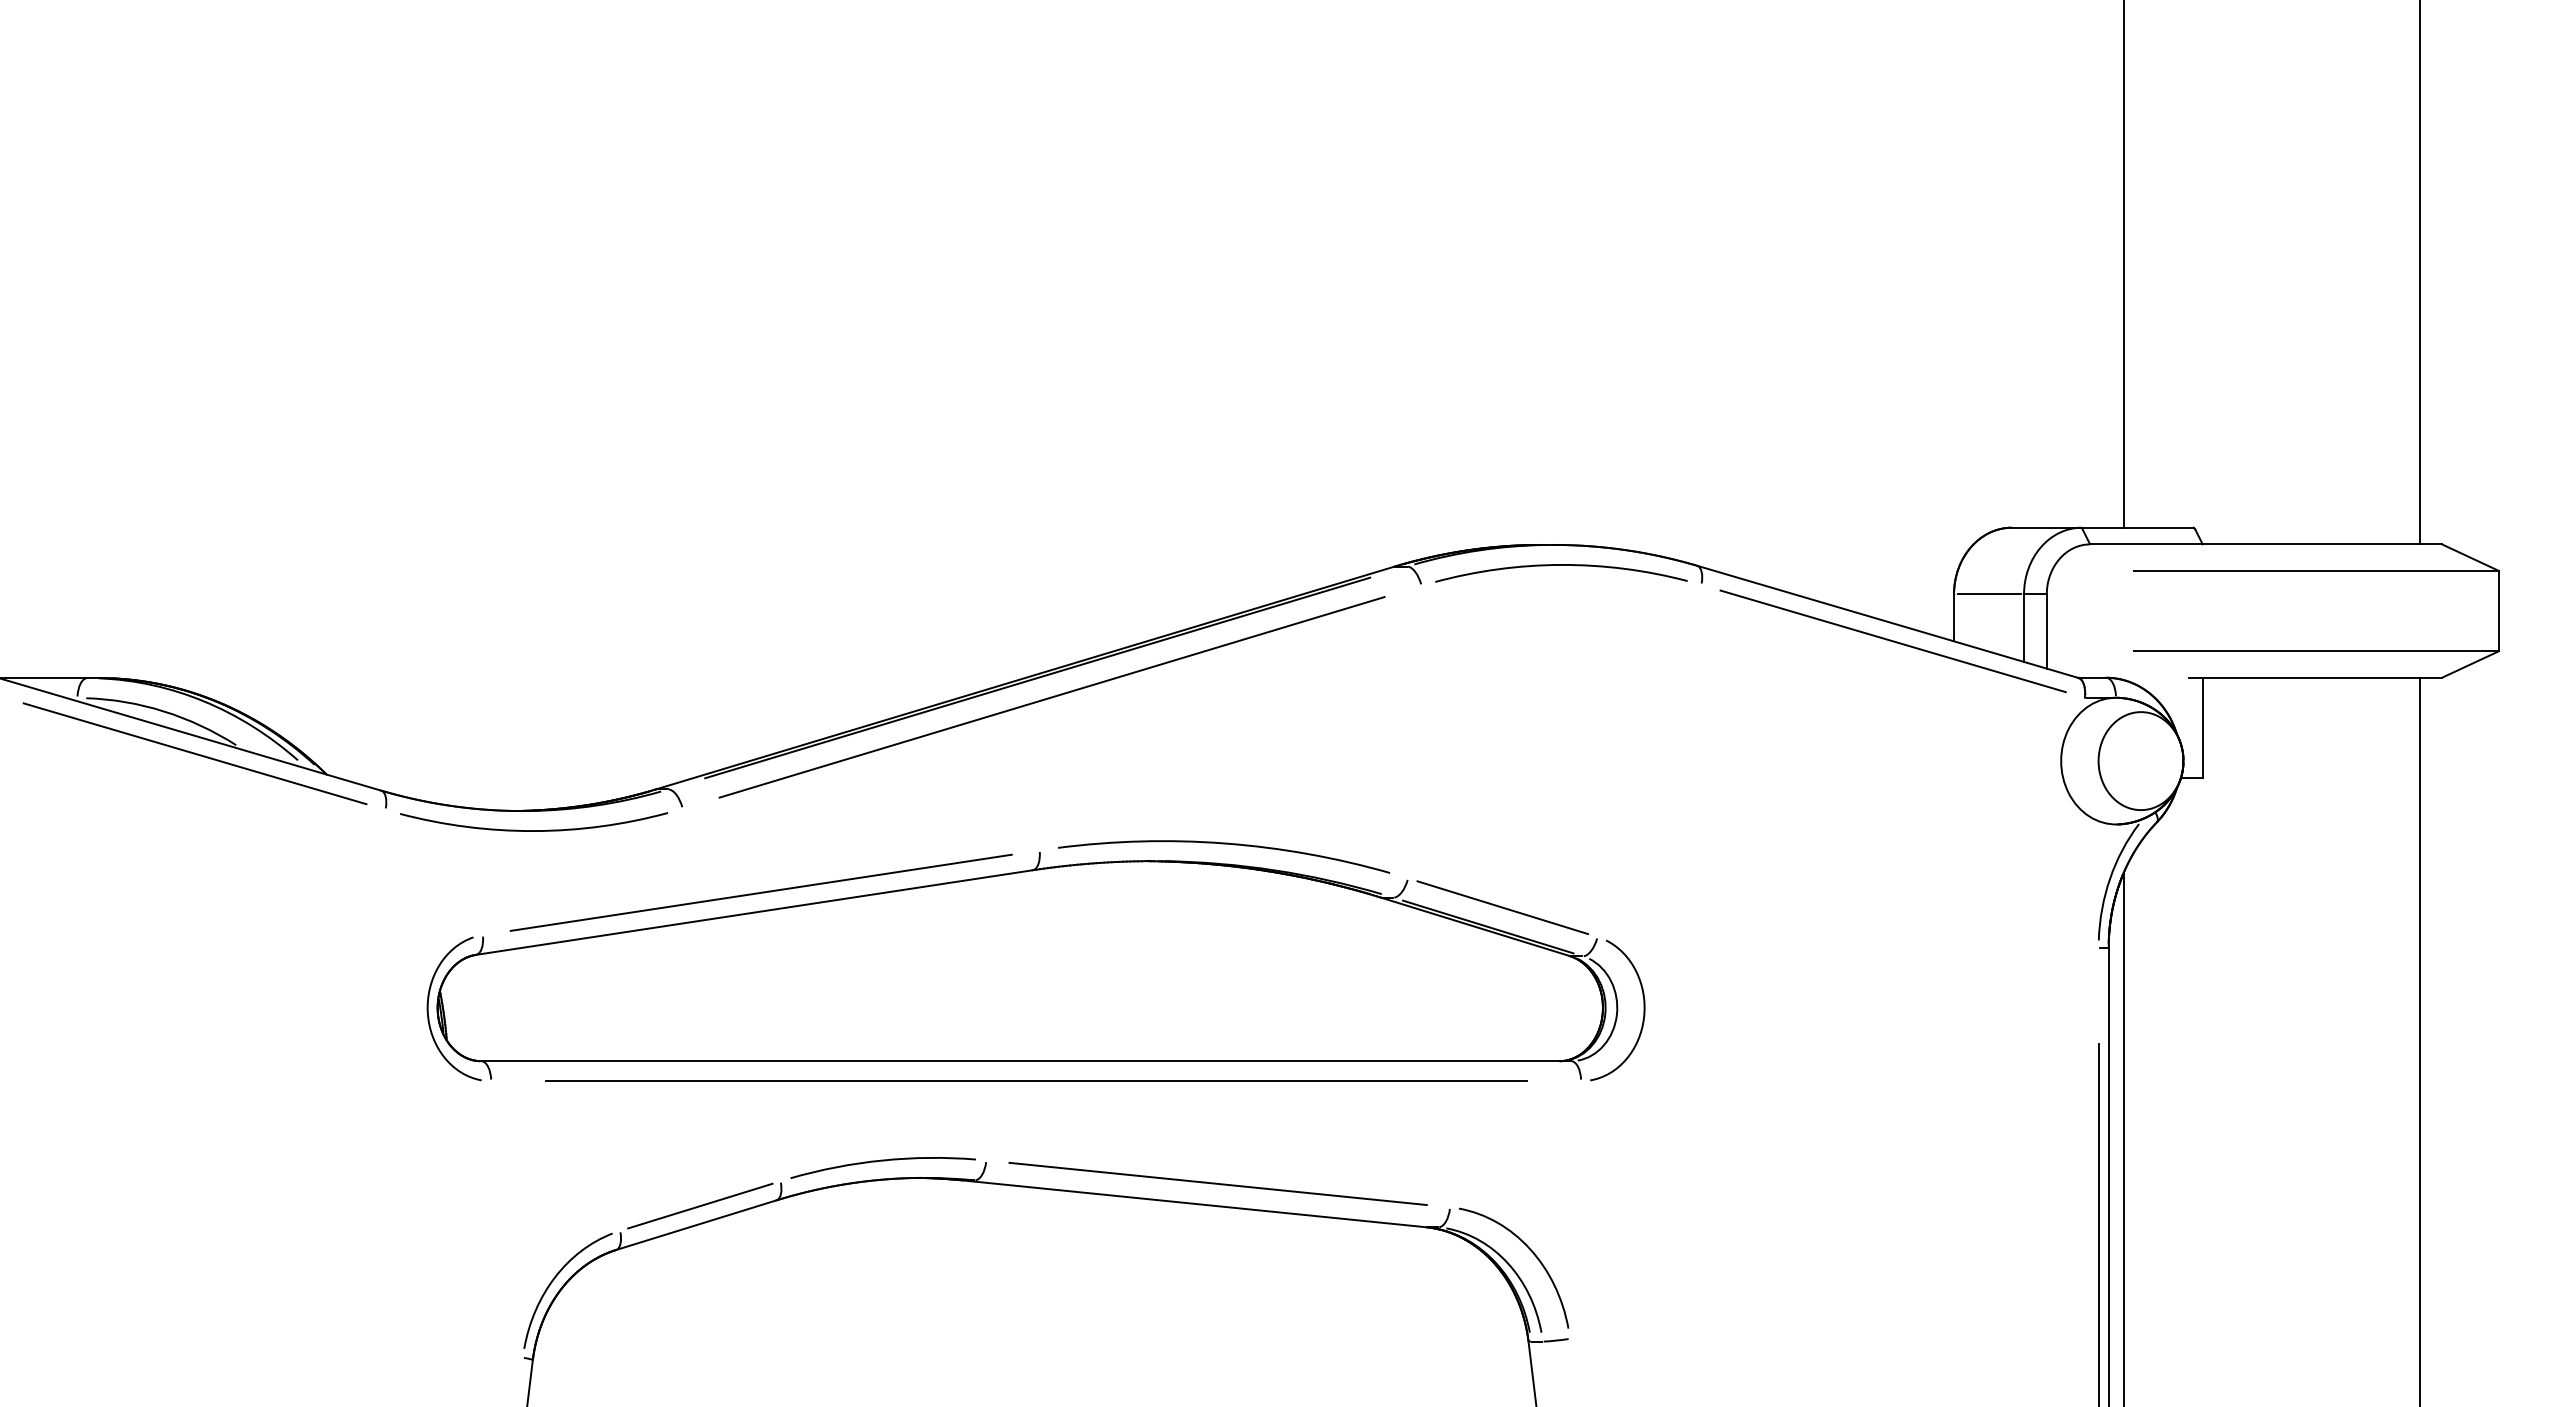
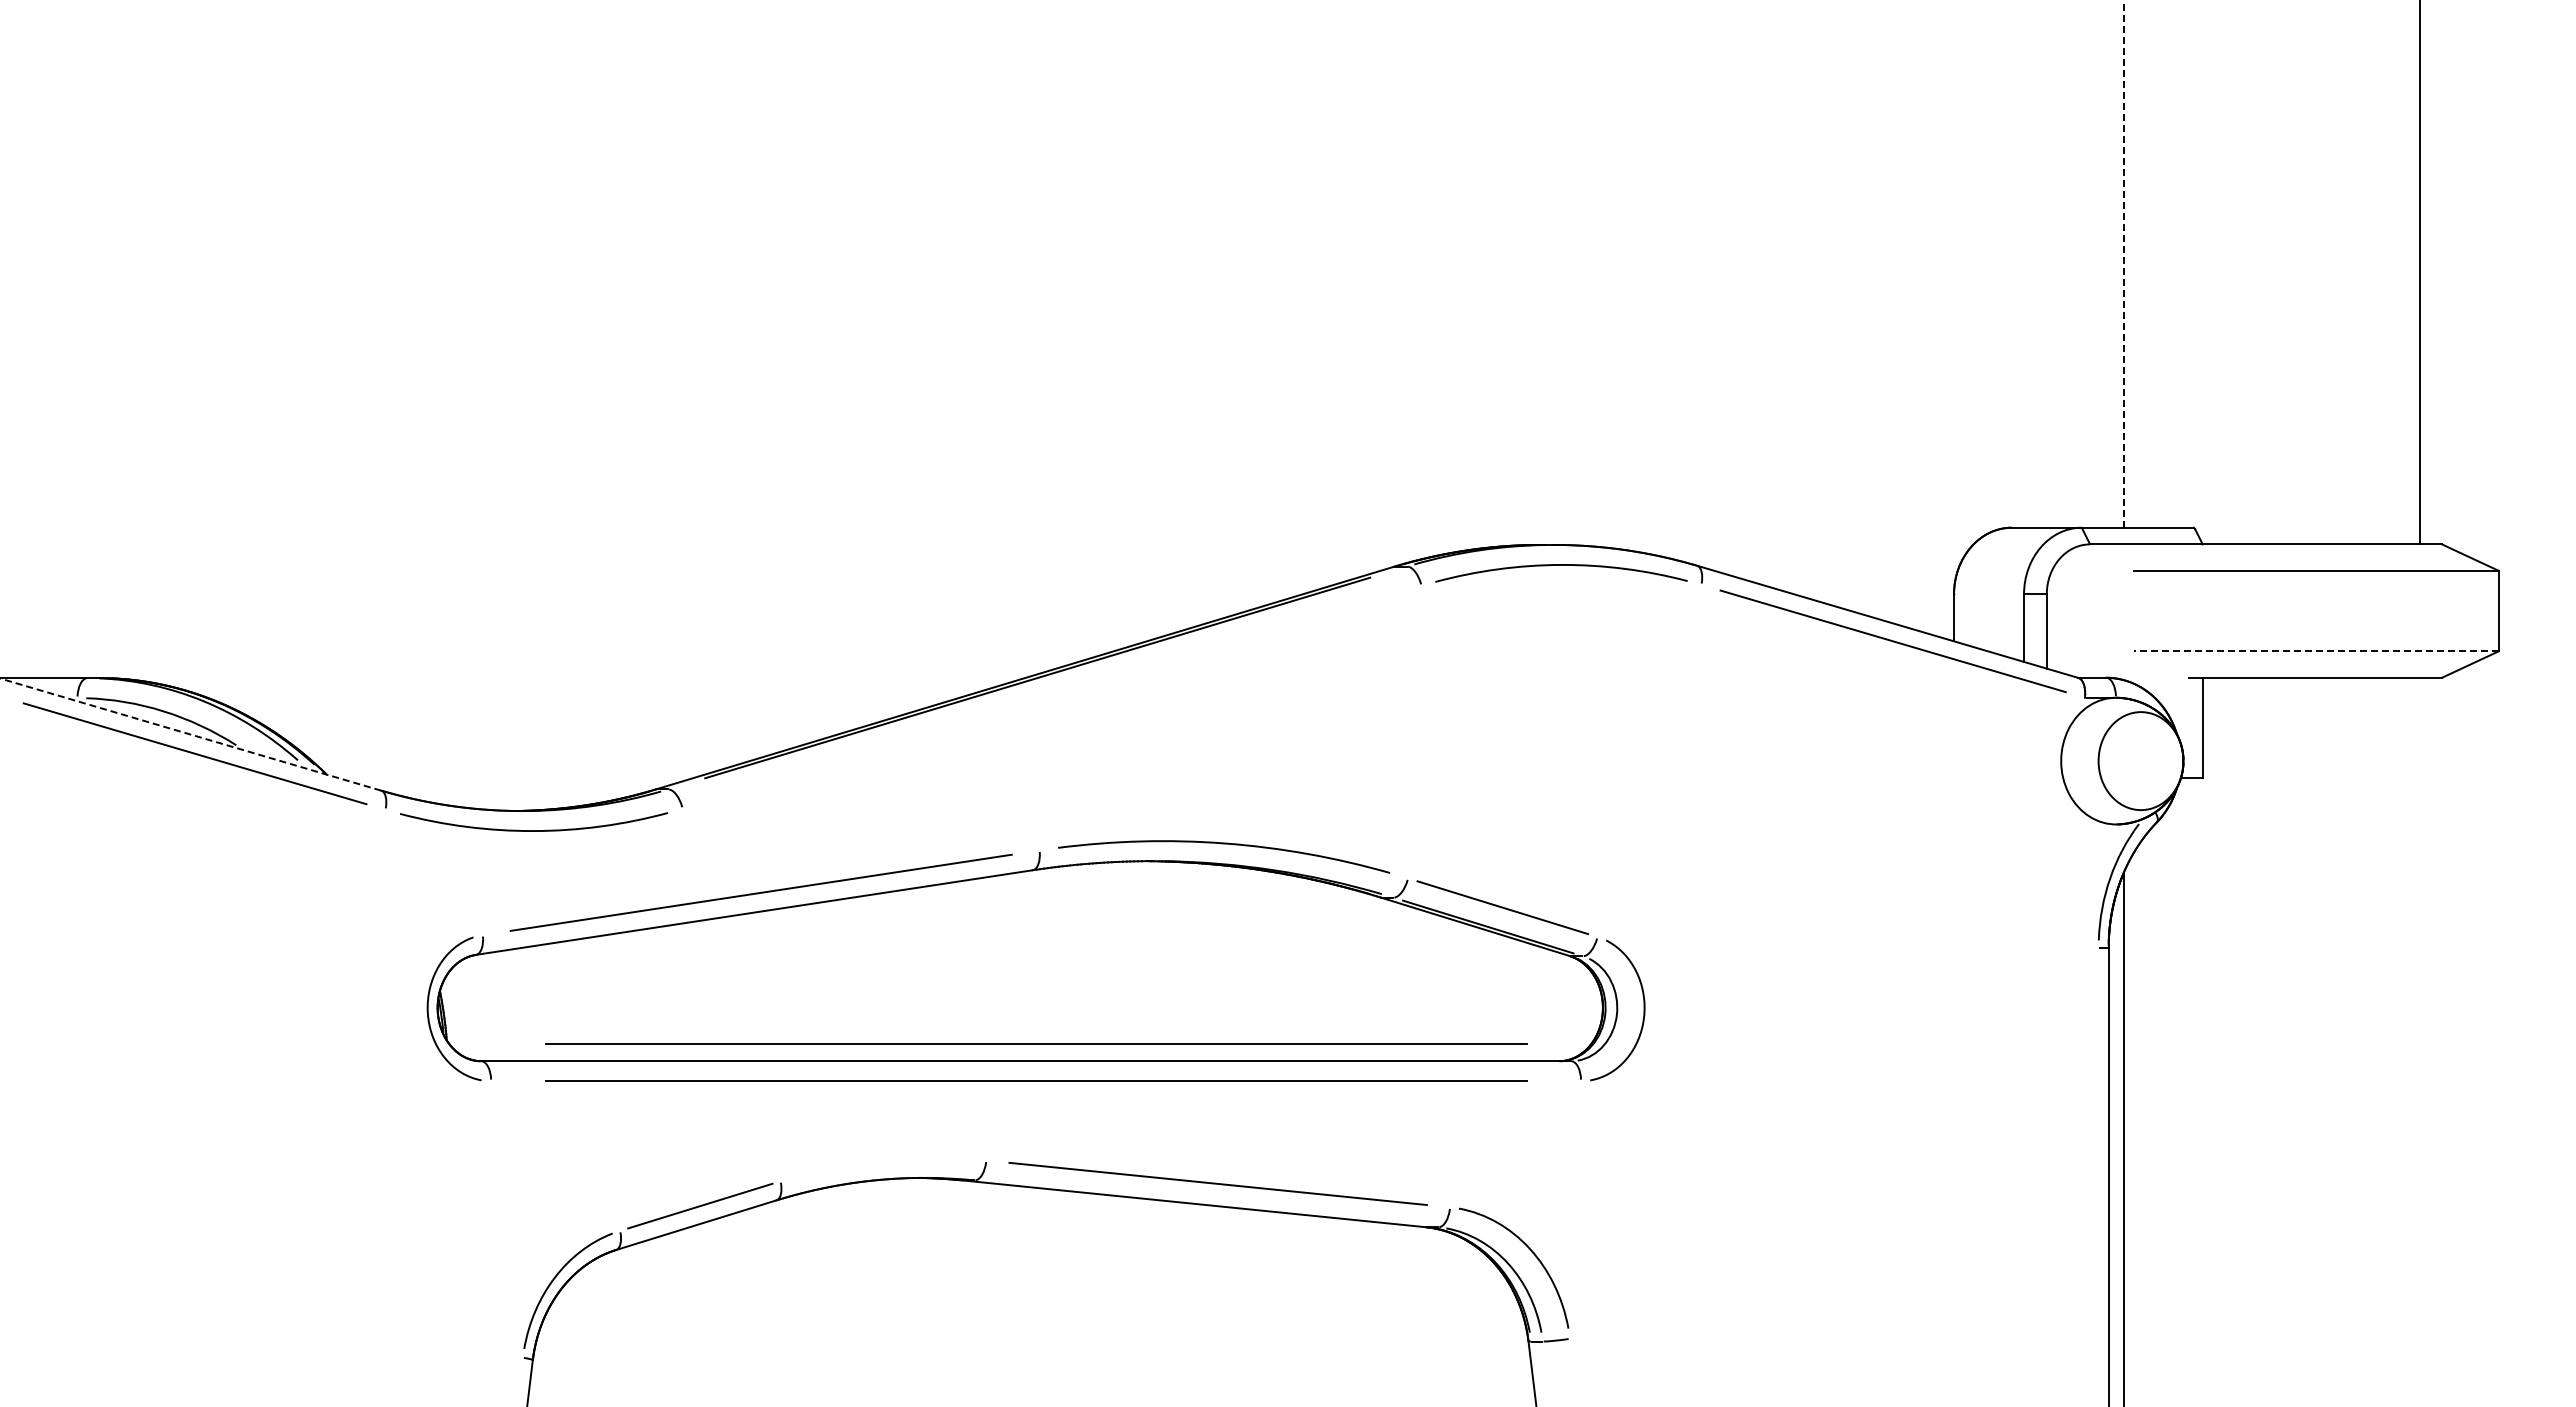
line at (2123, 264): solid -> dashed
line at (1988, 594): present -> none
line at (2315, 651): solid -> dashed
line at (1051, 697): present -> none
line at (190, 734): solid -> dashed
line at (2420, 1040): present -> none
line at (1036, 1043): none -> present
curve at (882, 1161): present -> none
line at (2098, 1223): present -> none
